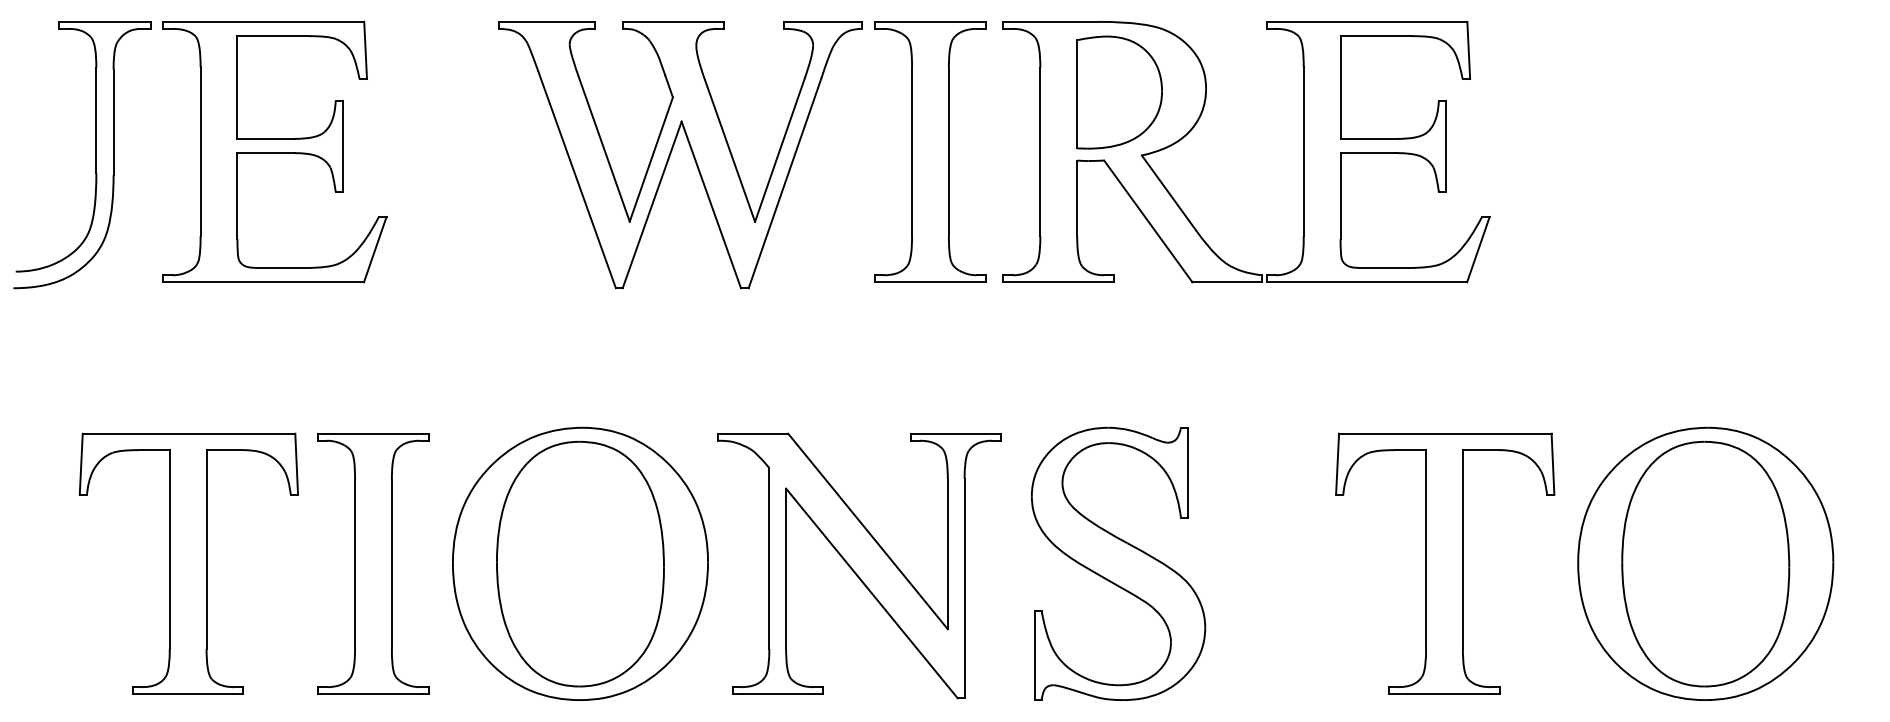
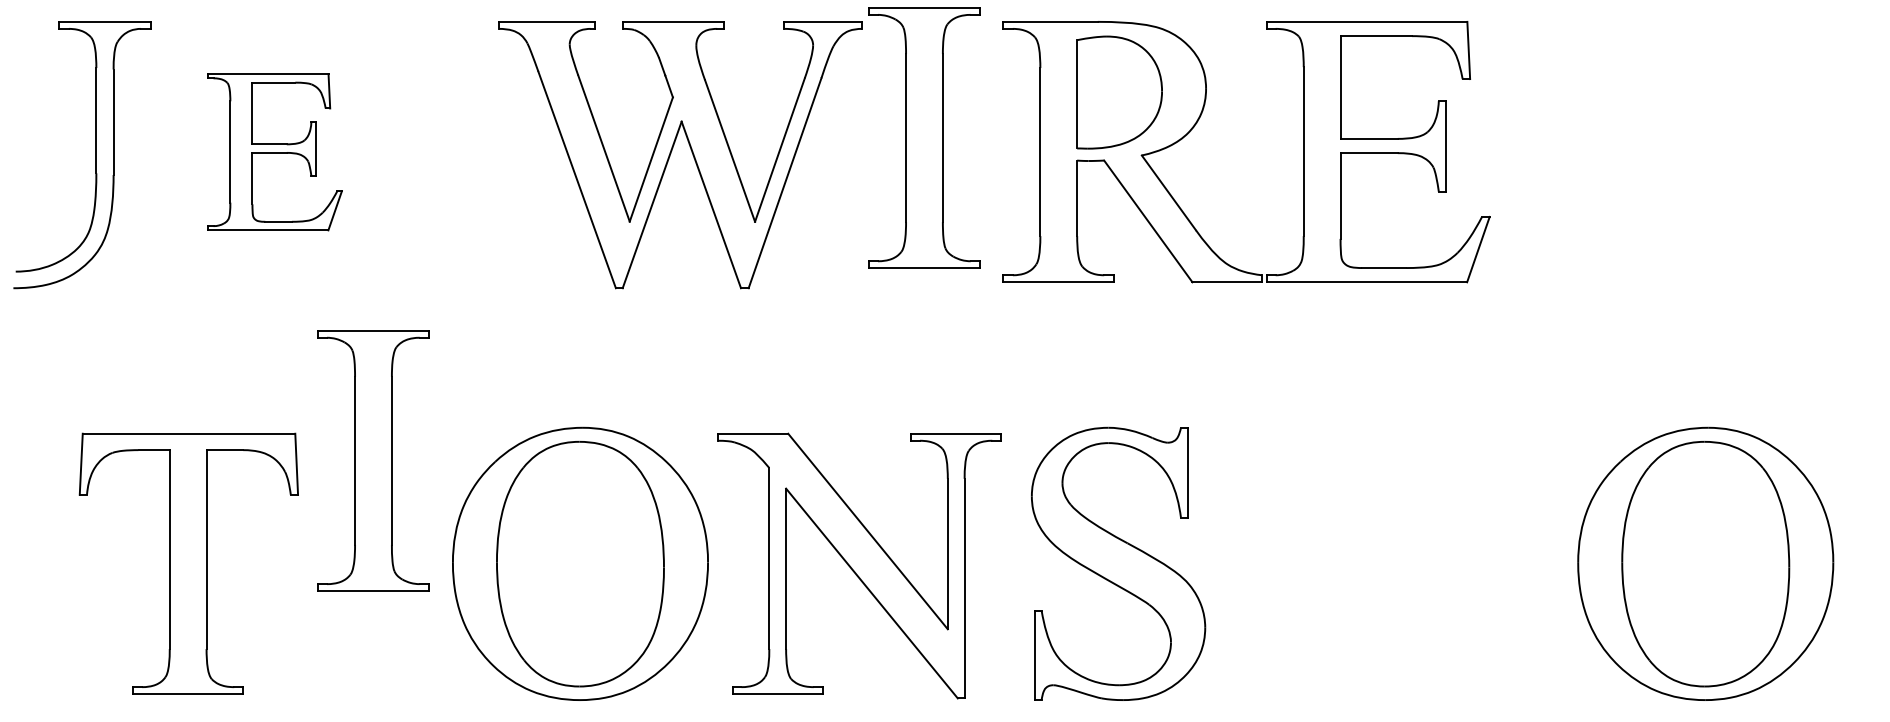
part at (930, 151) position: (930, 151) -> (924, 137)
part at (274, 152) size: 226x263 px -> 136x159 px
part at (373, 563) position: (373, 563) -> (373, 460)
part at (1445, 563): present -> none
